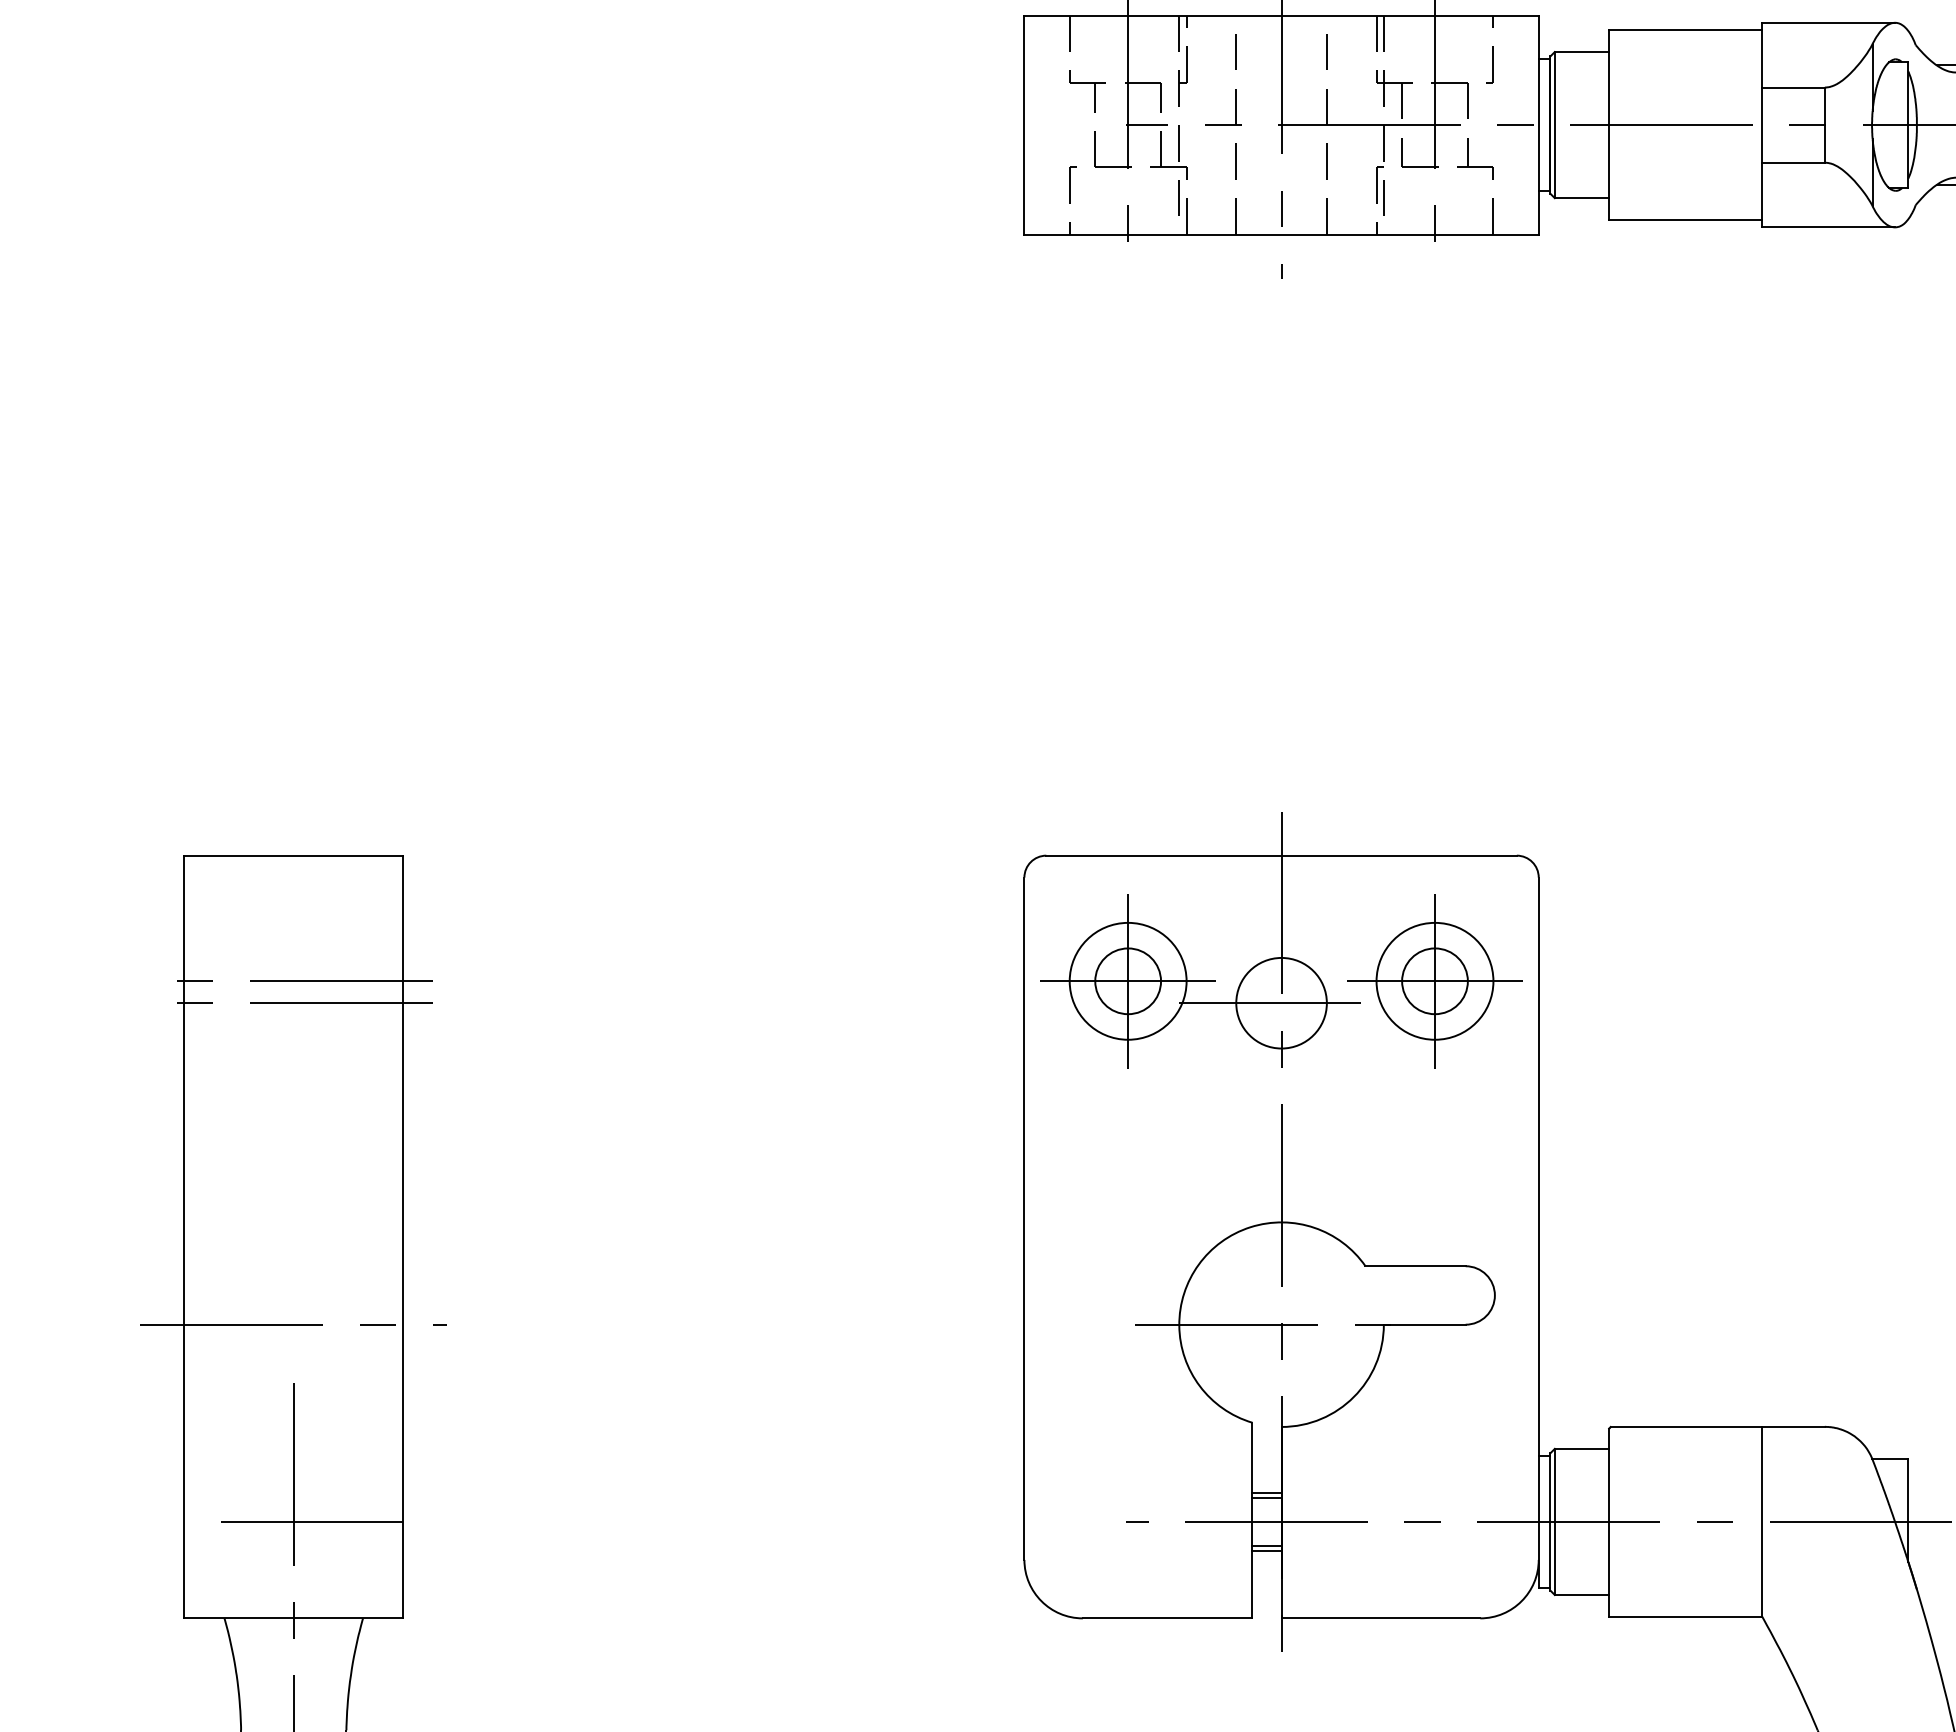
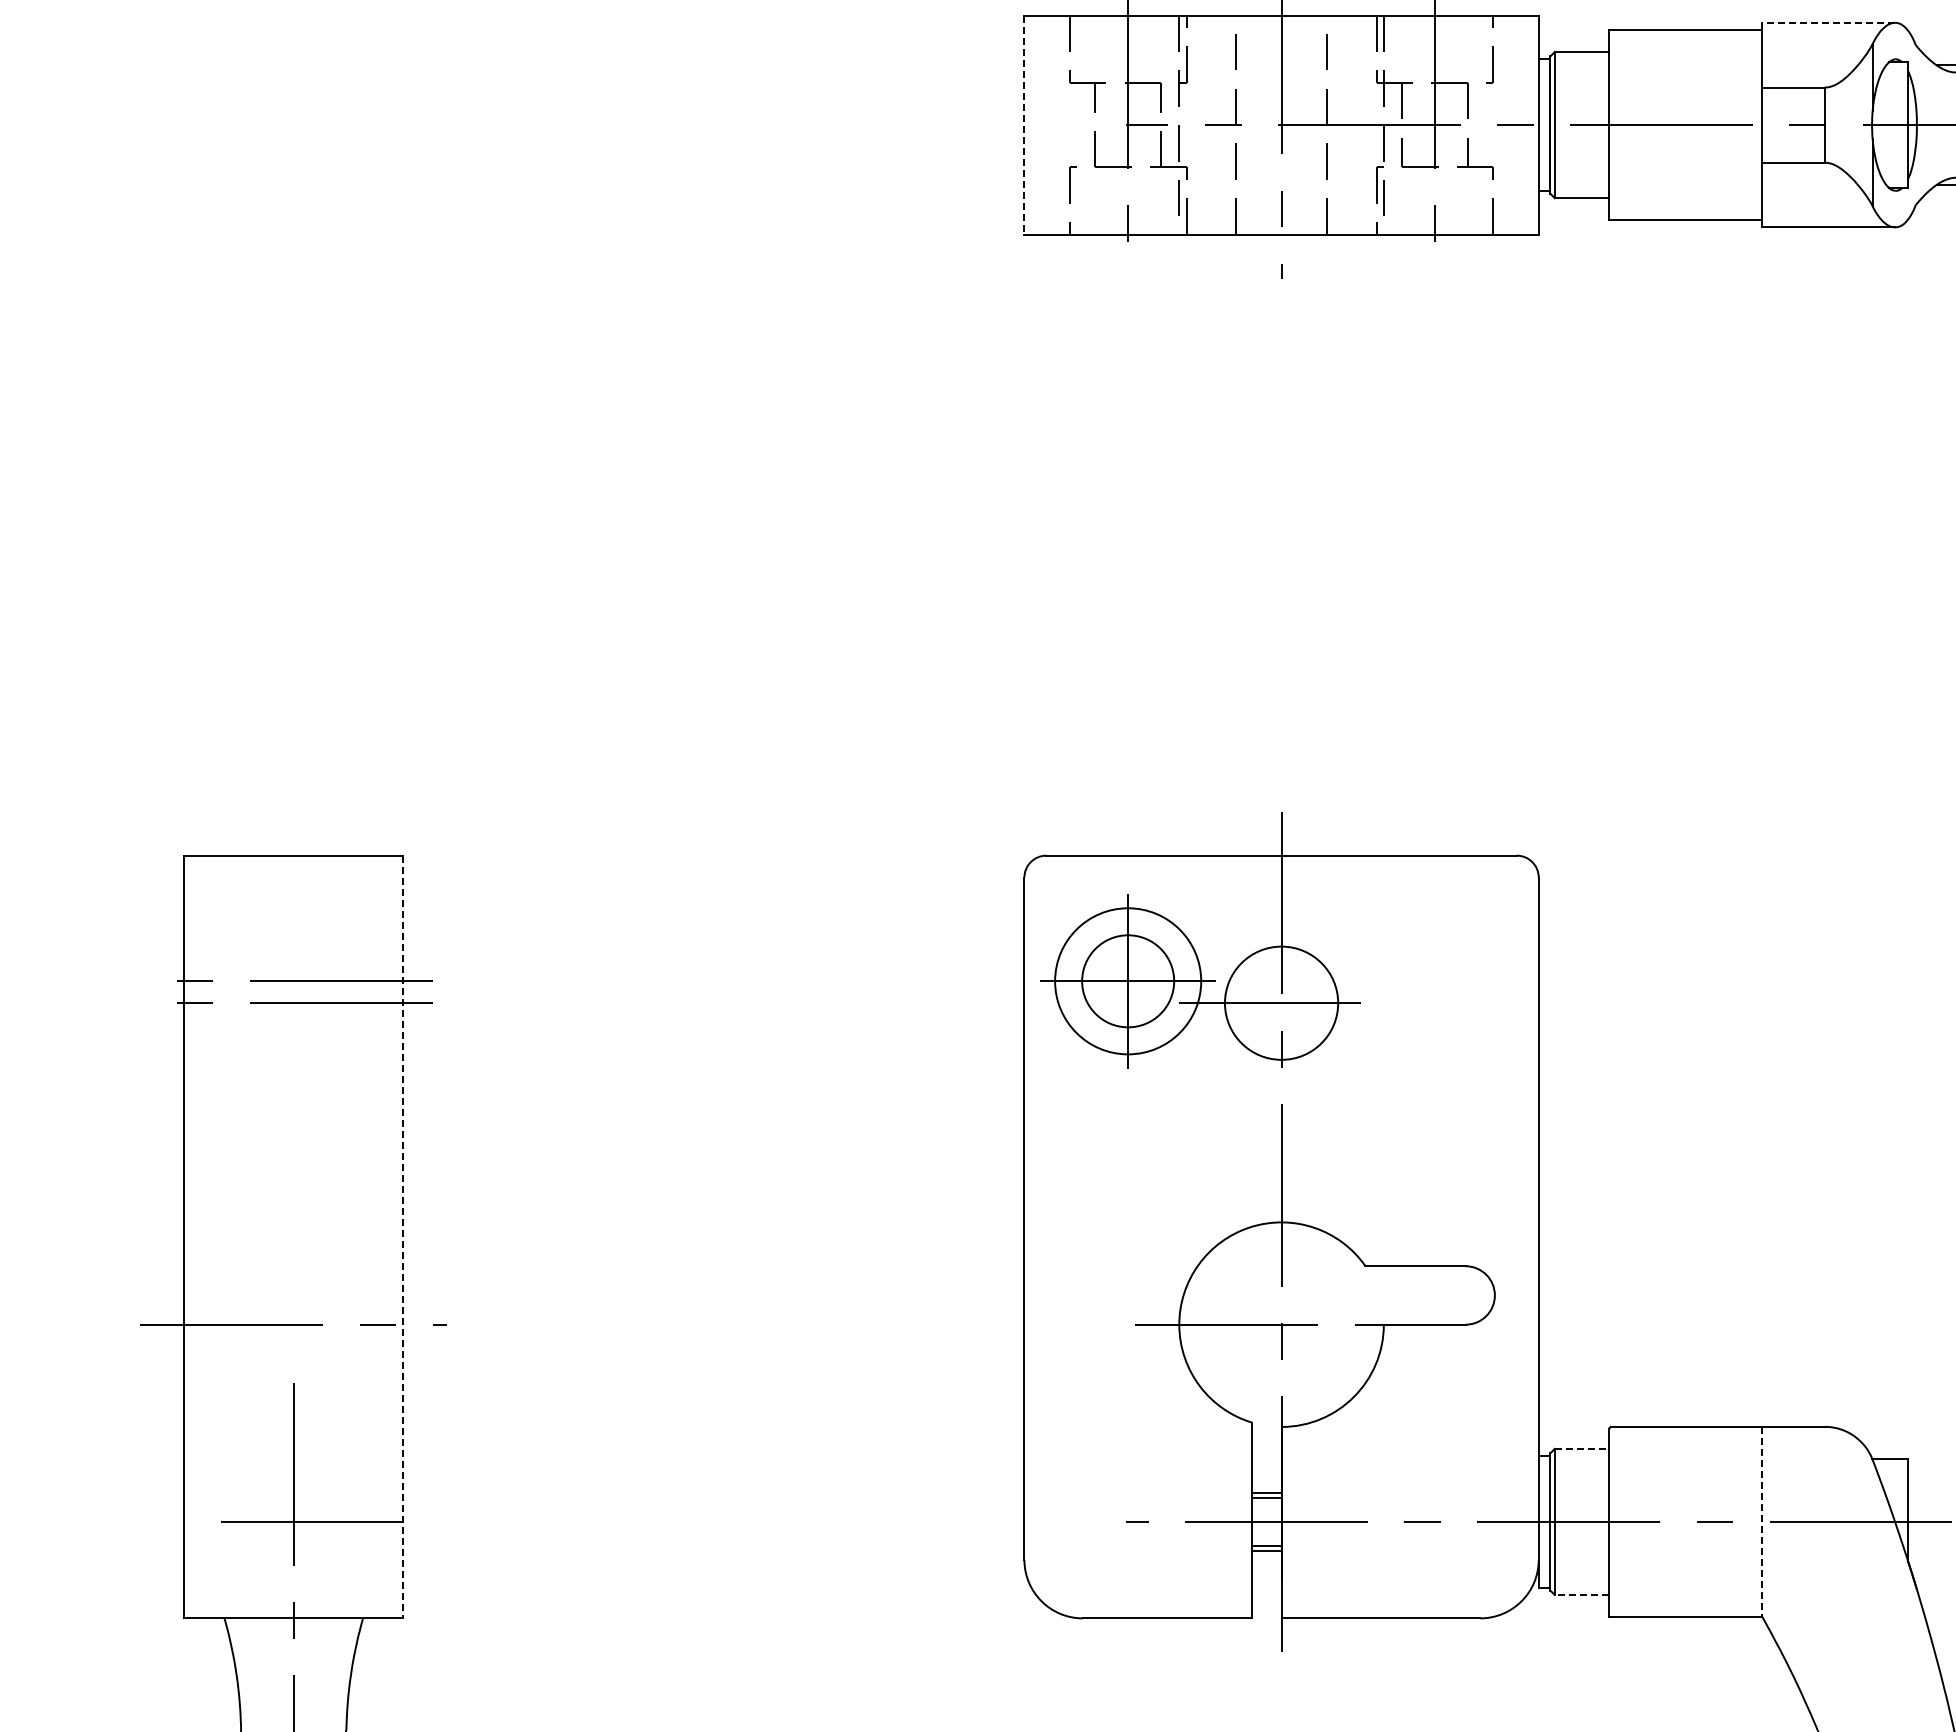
line at (1828, 22): solid -> dashed
line at (1024, 125): solid -> dashed
circle at (1127, 980) diameter: 117 px -> 146 px
circle at (1128, 981) diameter: 66 px -> 92 px
part at (1434, 981): present -> none
circle at (1281, 1002) diameter: 91 px -> 113 px
line at (403, 1237): solid -> dashed
line at (1582, 1448): solid -> dashed
line at (1762, 1521): solid -> dashed
line at (1581, 1595): solid -> dashed
